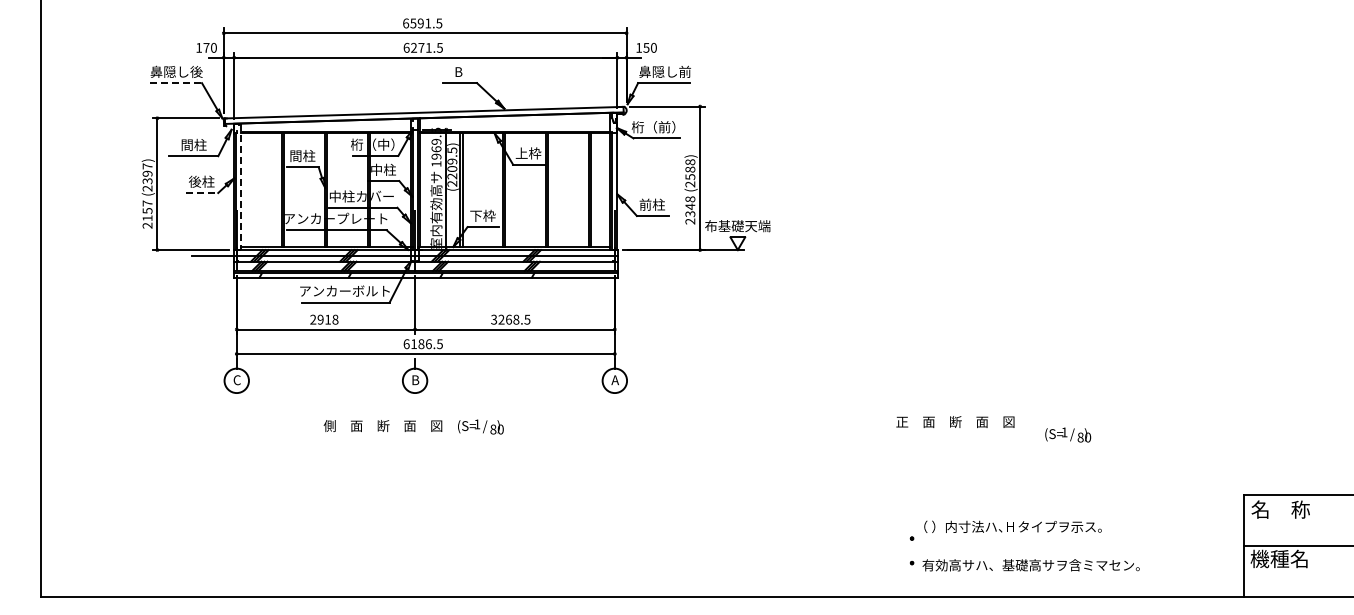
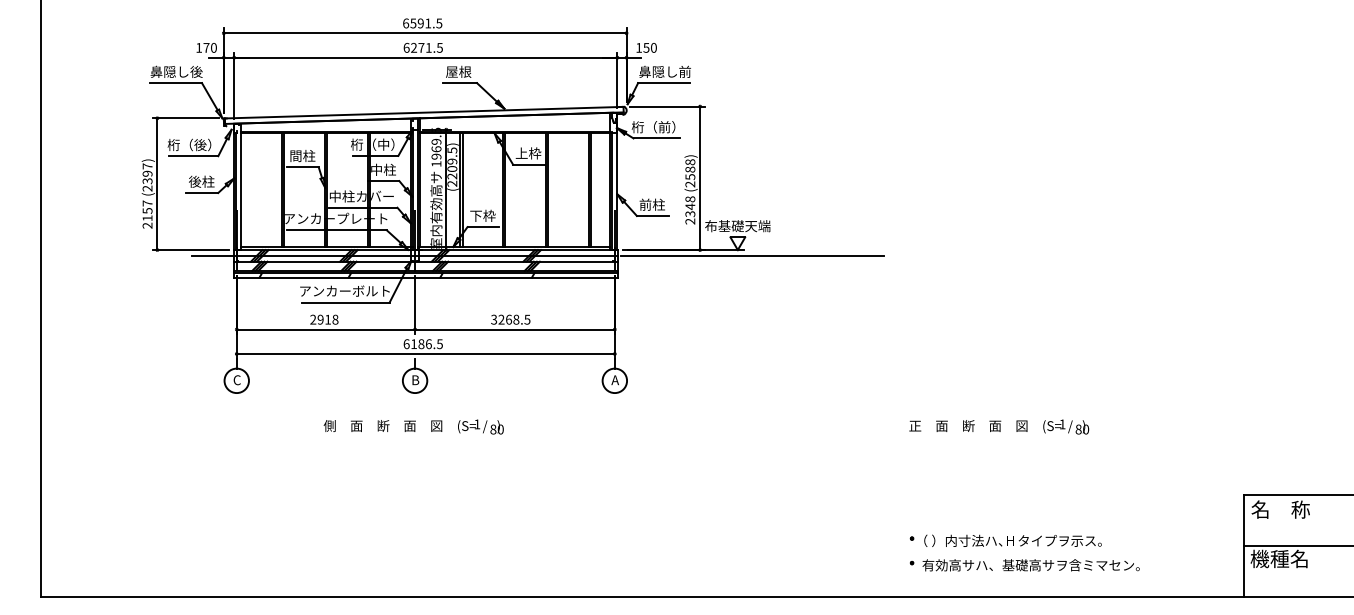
text at (458, 71): B -> 屋根
line at (176, 83): dashed -> solid
text at (189, 144): 間柱 -> 桁（後）
line at (241, 187): dashed -> solid
line at (202, 193): dashed -> solid
line at (752, 256): none -> present
text at (955, 421) position: (955, 421) -> (968, 425)
text at (1068, 434) position: (1068, 434) -> (1066, 426)
text at (1012, 526) position: (1012, 526) -> (1012, 540)
